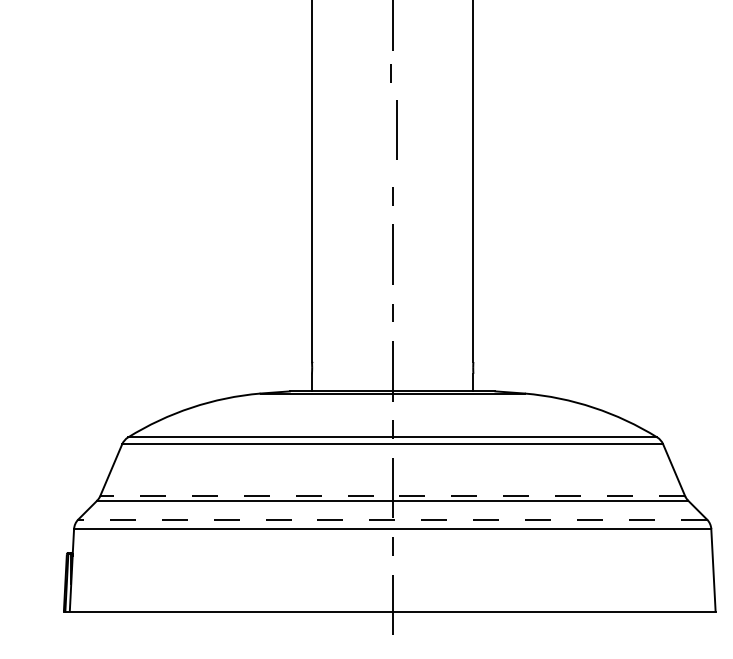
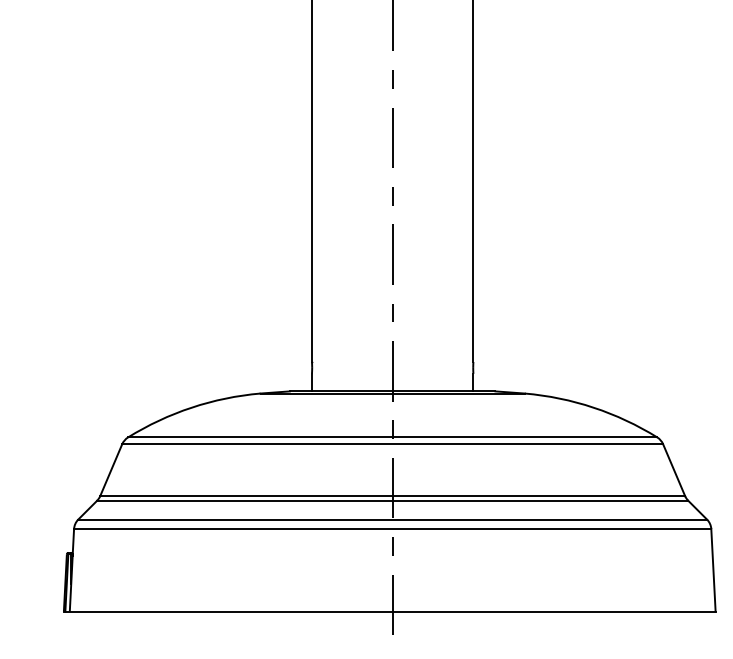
line at (390, 73) position: (390, 73) -> (392, 79)
line at (396, 129) position: (396, 129) -> (392, 137)
line at (392, 496): dashed -> solid
line at (392, 519): dashed -> solid
